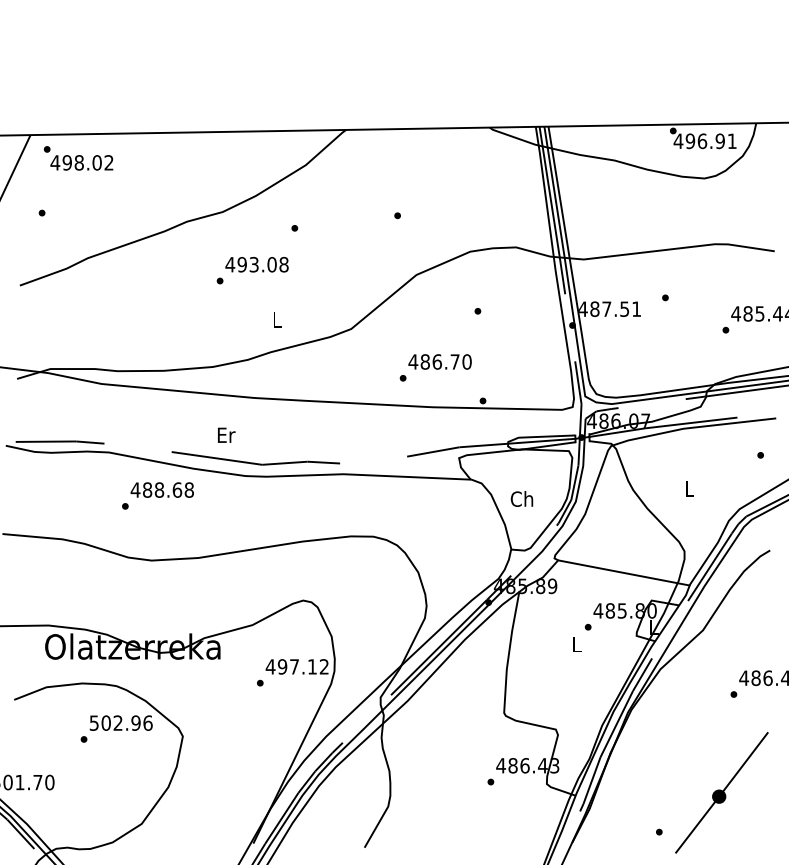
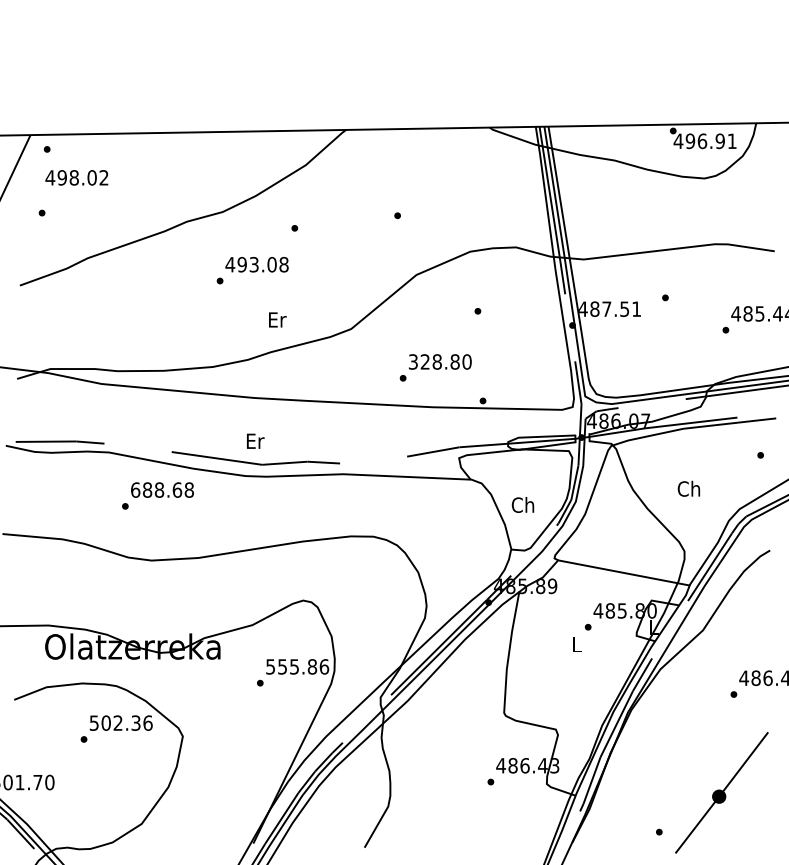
text at (81, 162) position: (81, 162) -> (76, 177)
text at (277, 319): L -> Er
text at (433, 361): 486.70 -> 328.80
text at (226, 434) position: (226, 434) -> (255, 440)
text at (688, 488): L -> Ch
text at (135, 489): 488.68 -> 688.68
text at (521, 498) position: (521, 498) -> (522, 504)
text at (297, 666): 497.12 -> 555.86
text at (135, 722): 502.96 -> 502.36
